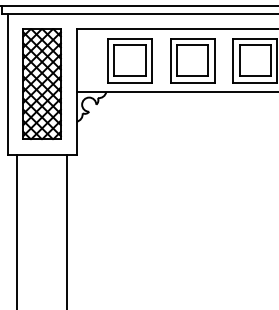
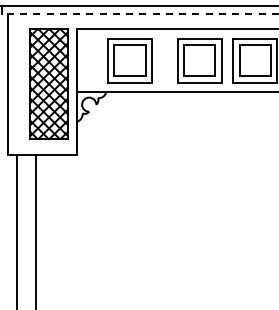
line at (140, 13): solid -> dashed
part at (192, 60) position: (192, 60) -> (199, 60)
part at (41, 83) position: (41, 83) -> (48, 83)
line at (67, 230) position: (67, 230) -> (36, 230)
